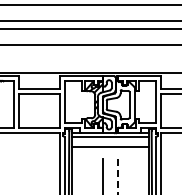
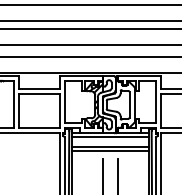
line at (90, 57): none -> present
line at (110, 150): none -> present
line at (118, 176): dashed -> solid
